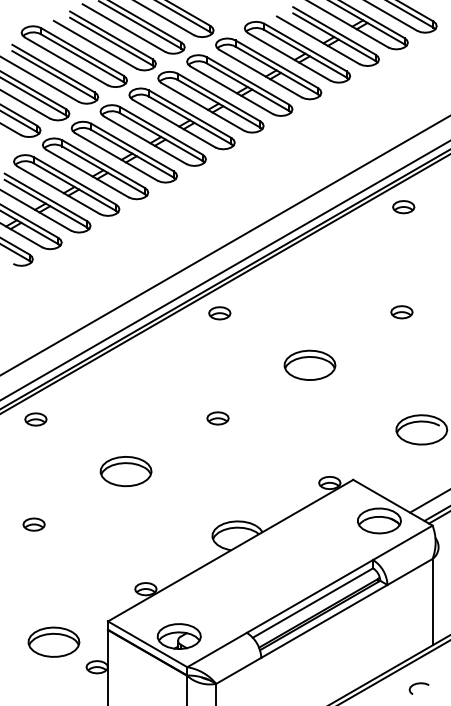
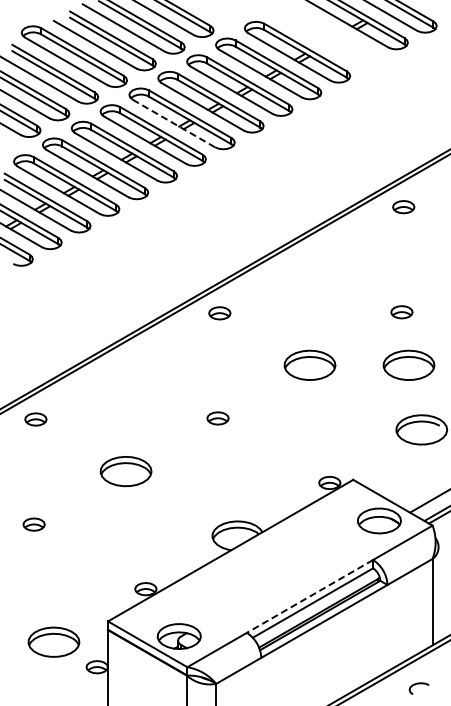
part at (327, 36): present -> none
line at (173, 123): solid -> dashed
line at (224, 245): present -> none
line at (224, 270): present -> none
part at (408, 364): none -> present
line at (309, 596): solid -> dashed
